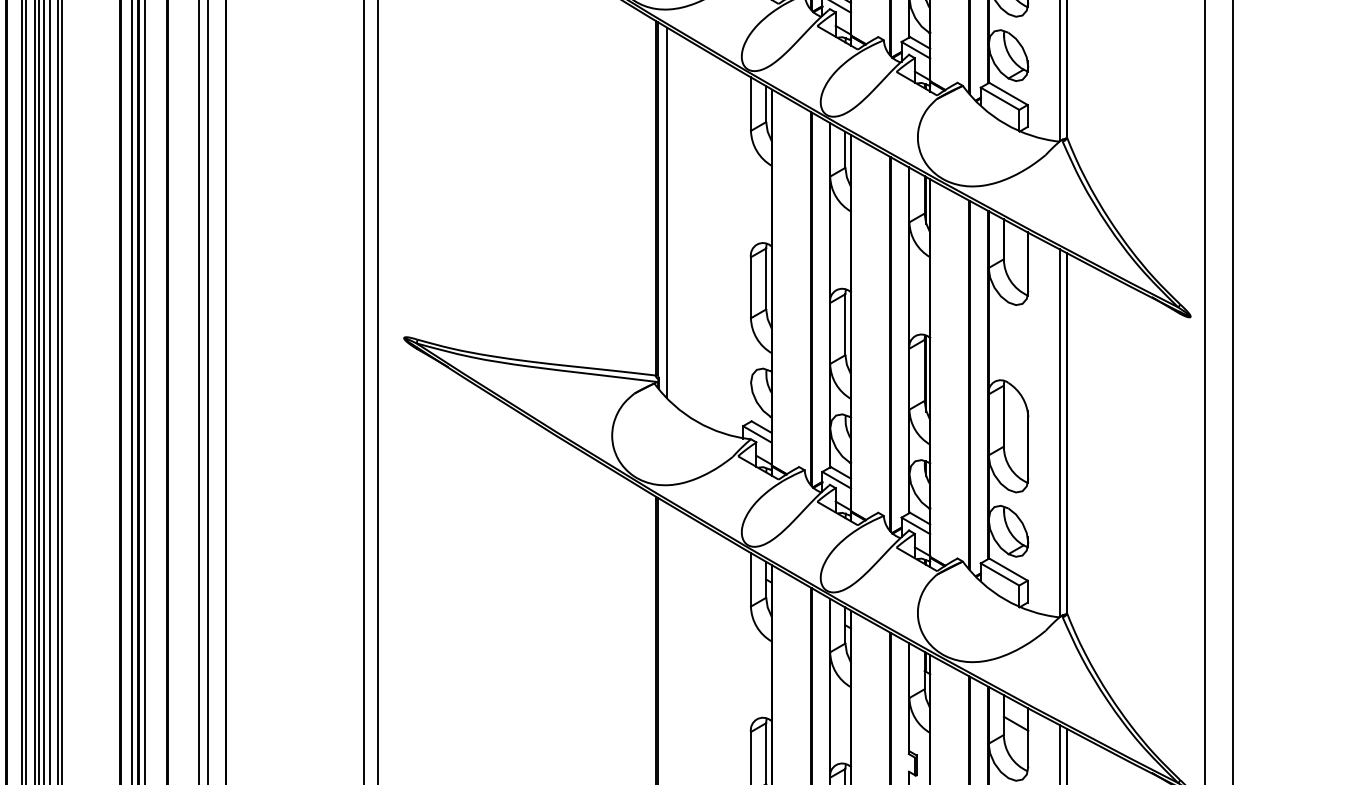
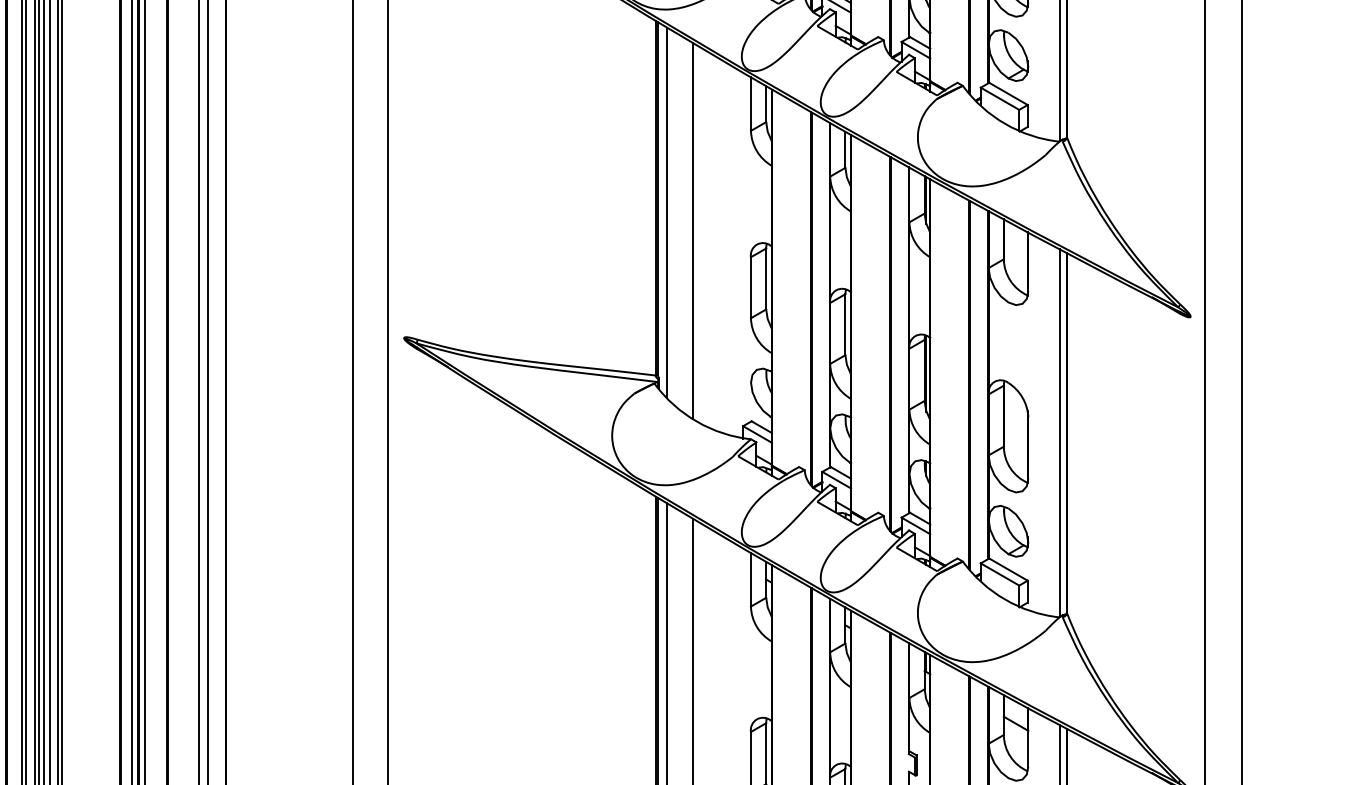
line at (693, 230): none -> present
line at (363, 391) position: (363, 391) -> (352, 391)
line at (377, 391) position: (377, 391) -> (387, 391)
line at (1233, 391) position: (1233, 391) -> (1242, 391)
line at (666, 642): none -> present
line at (693, 650): none -> present
